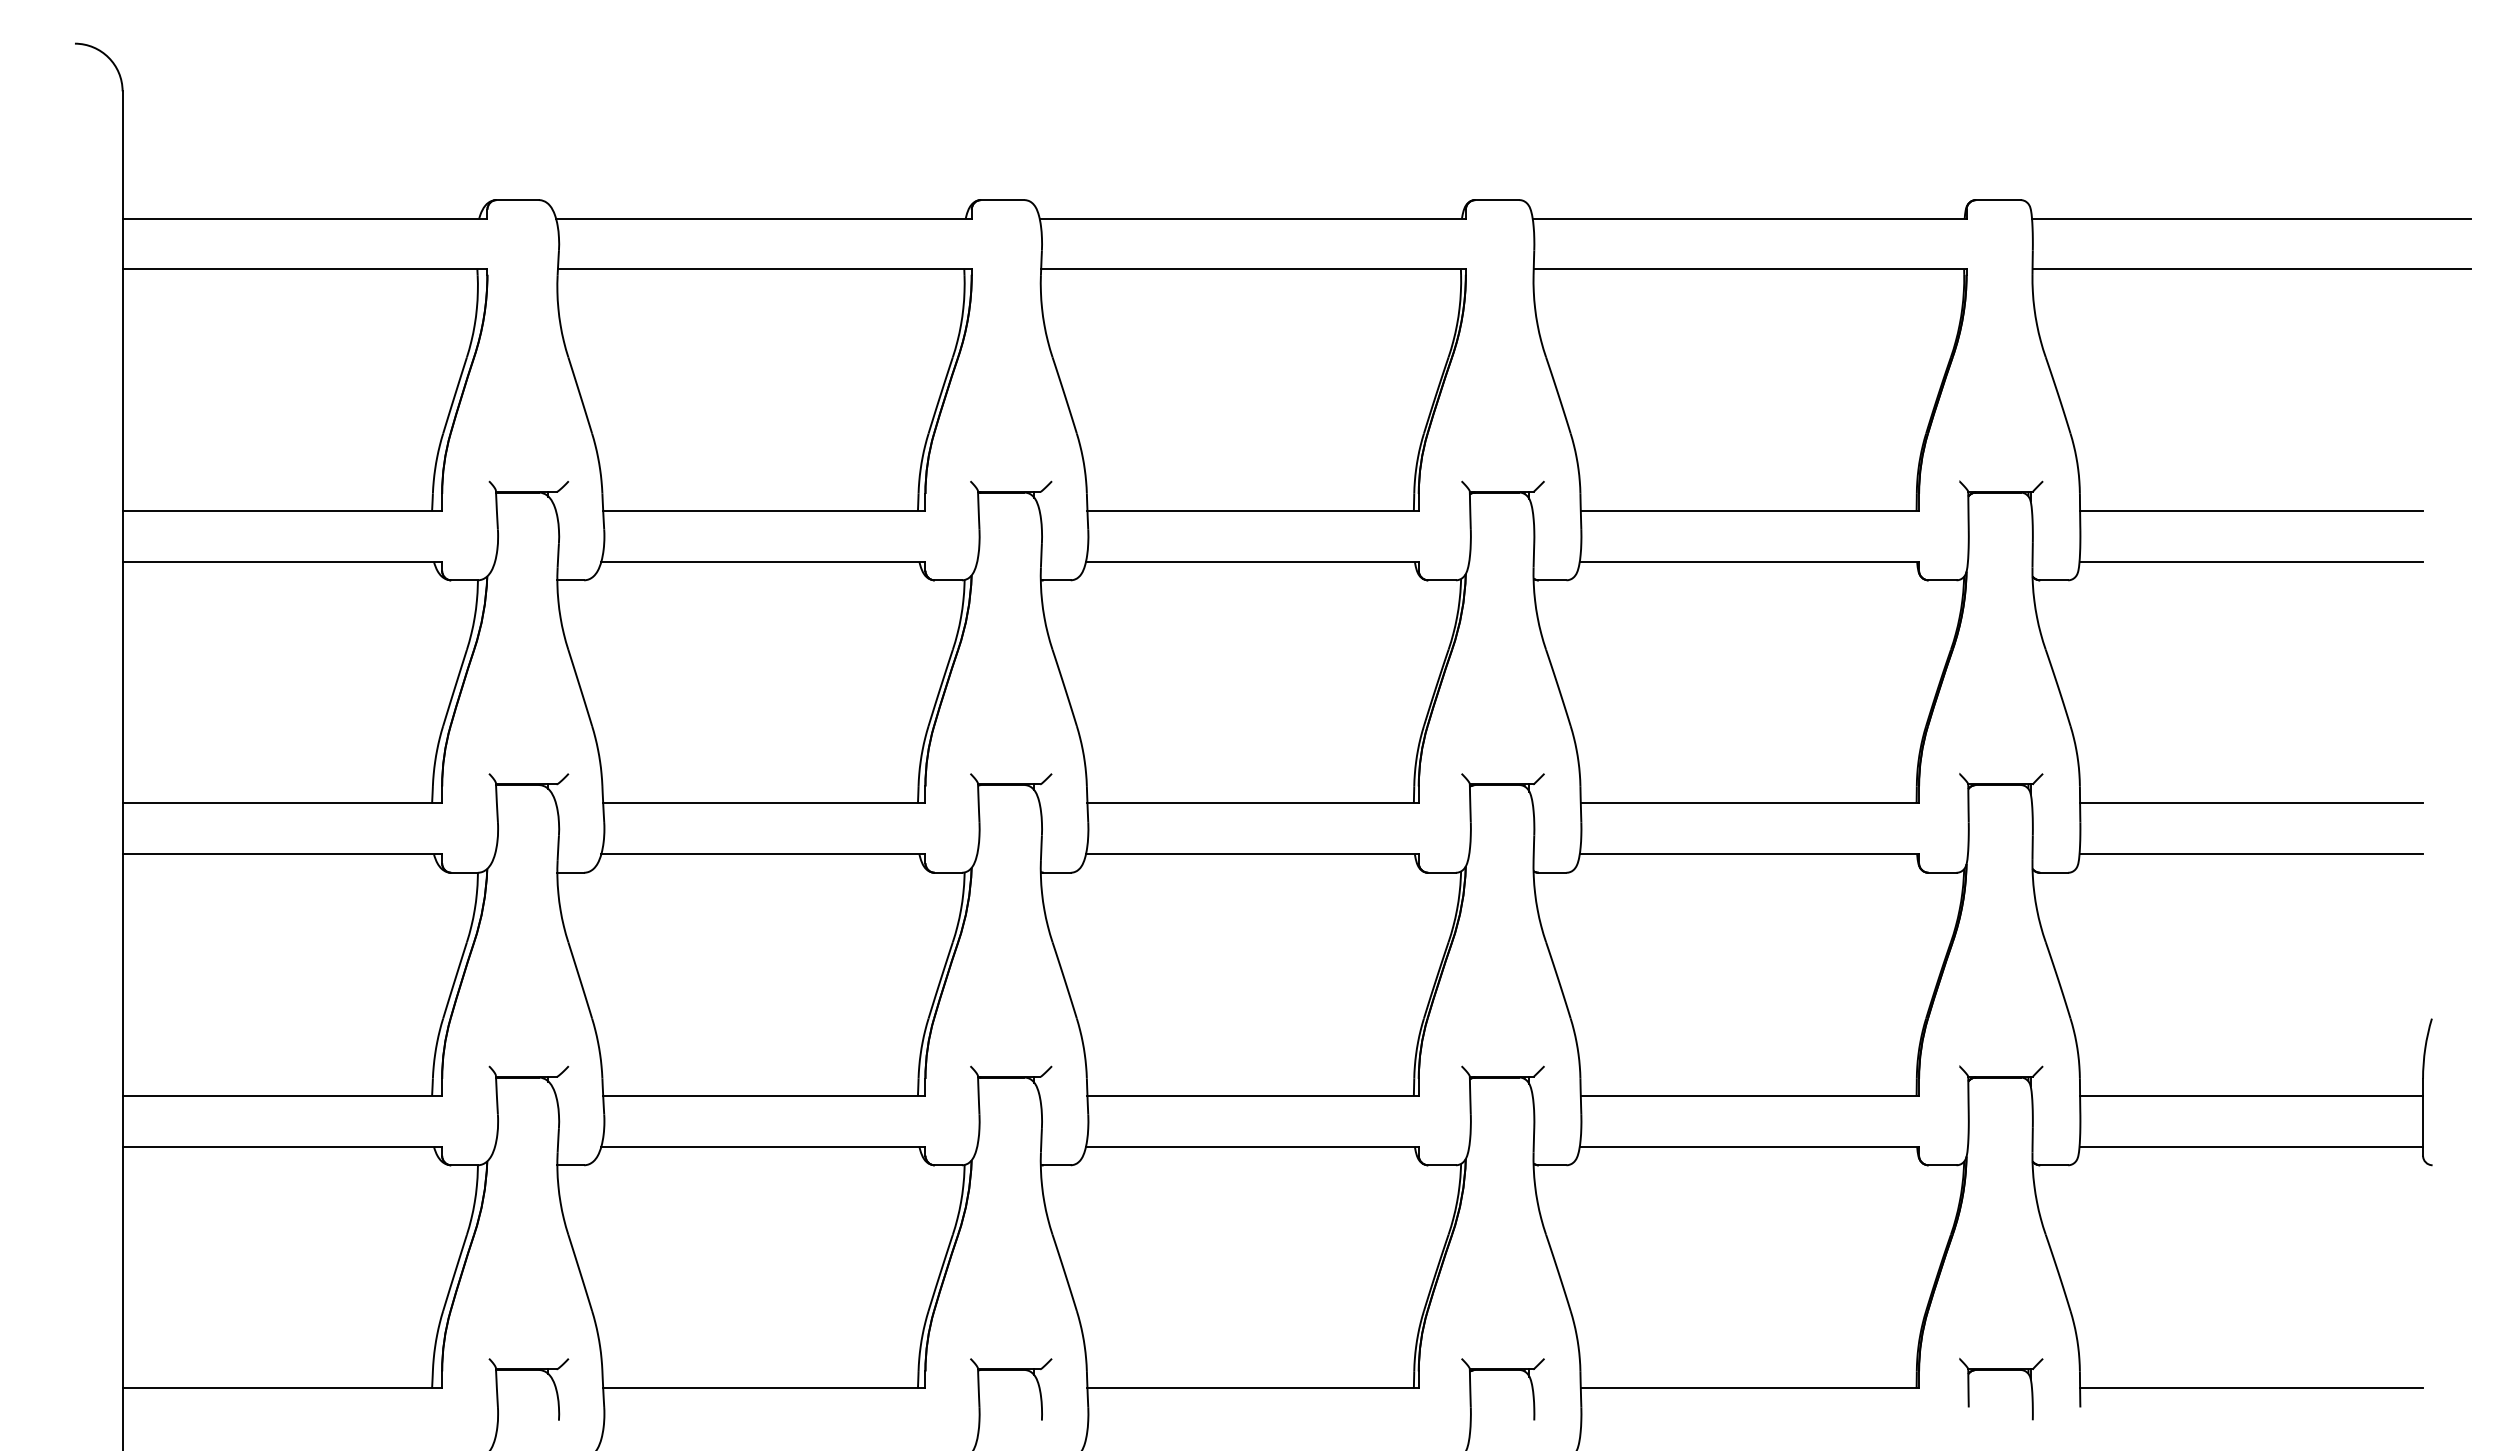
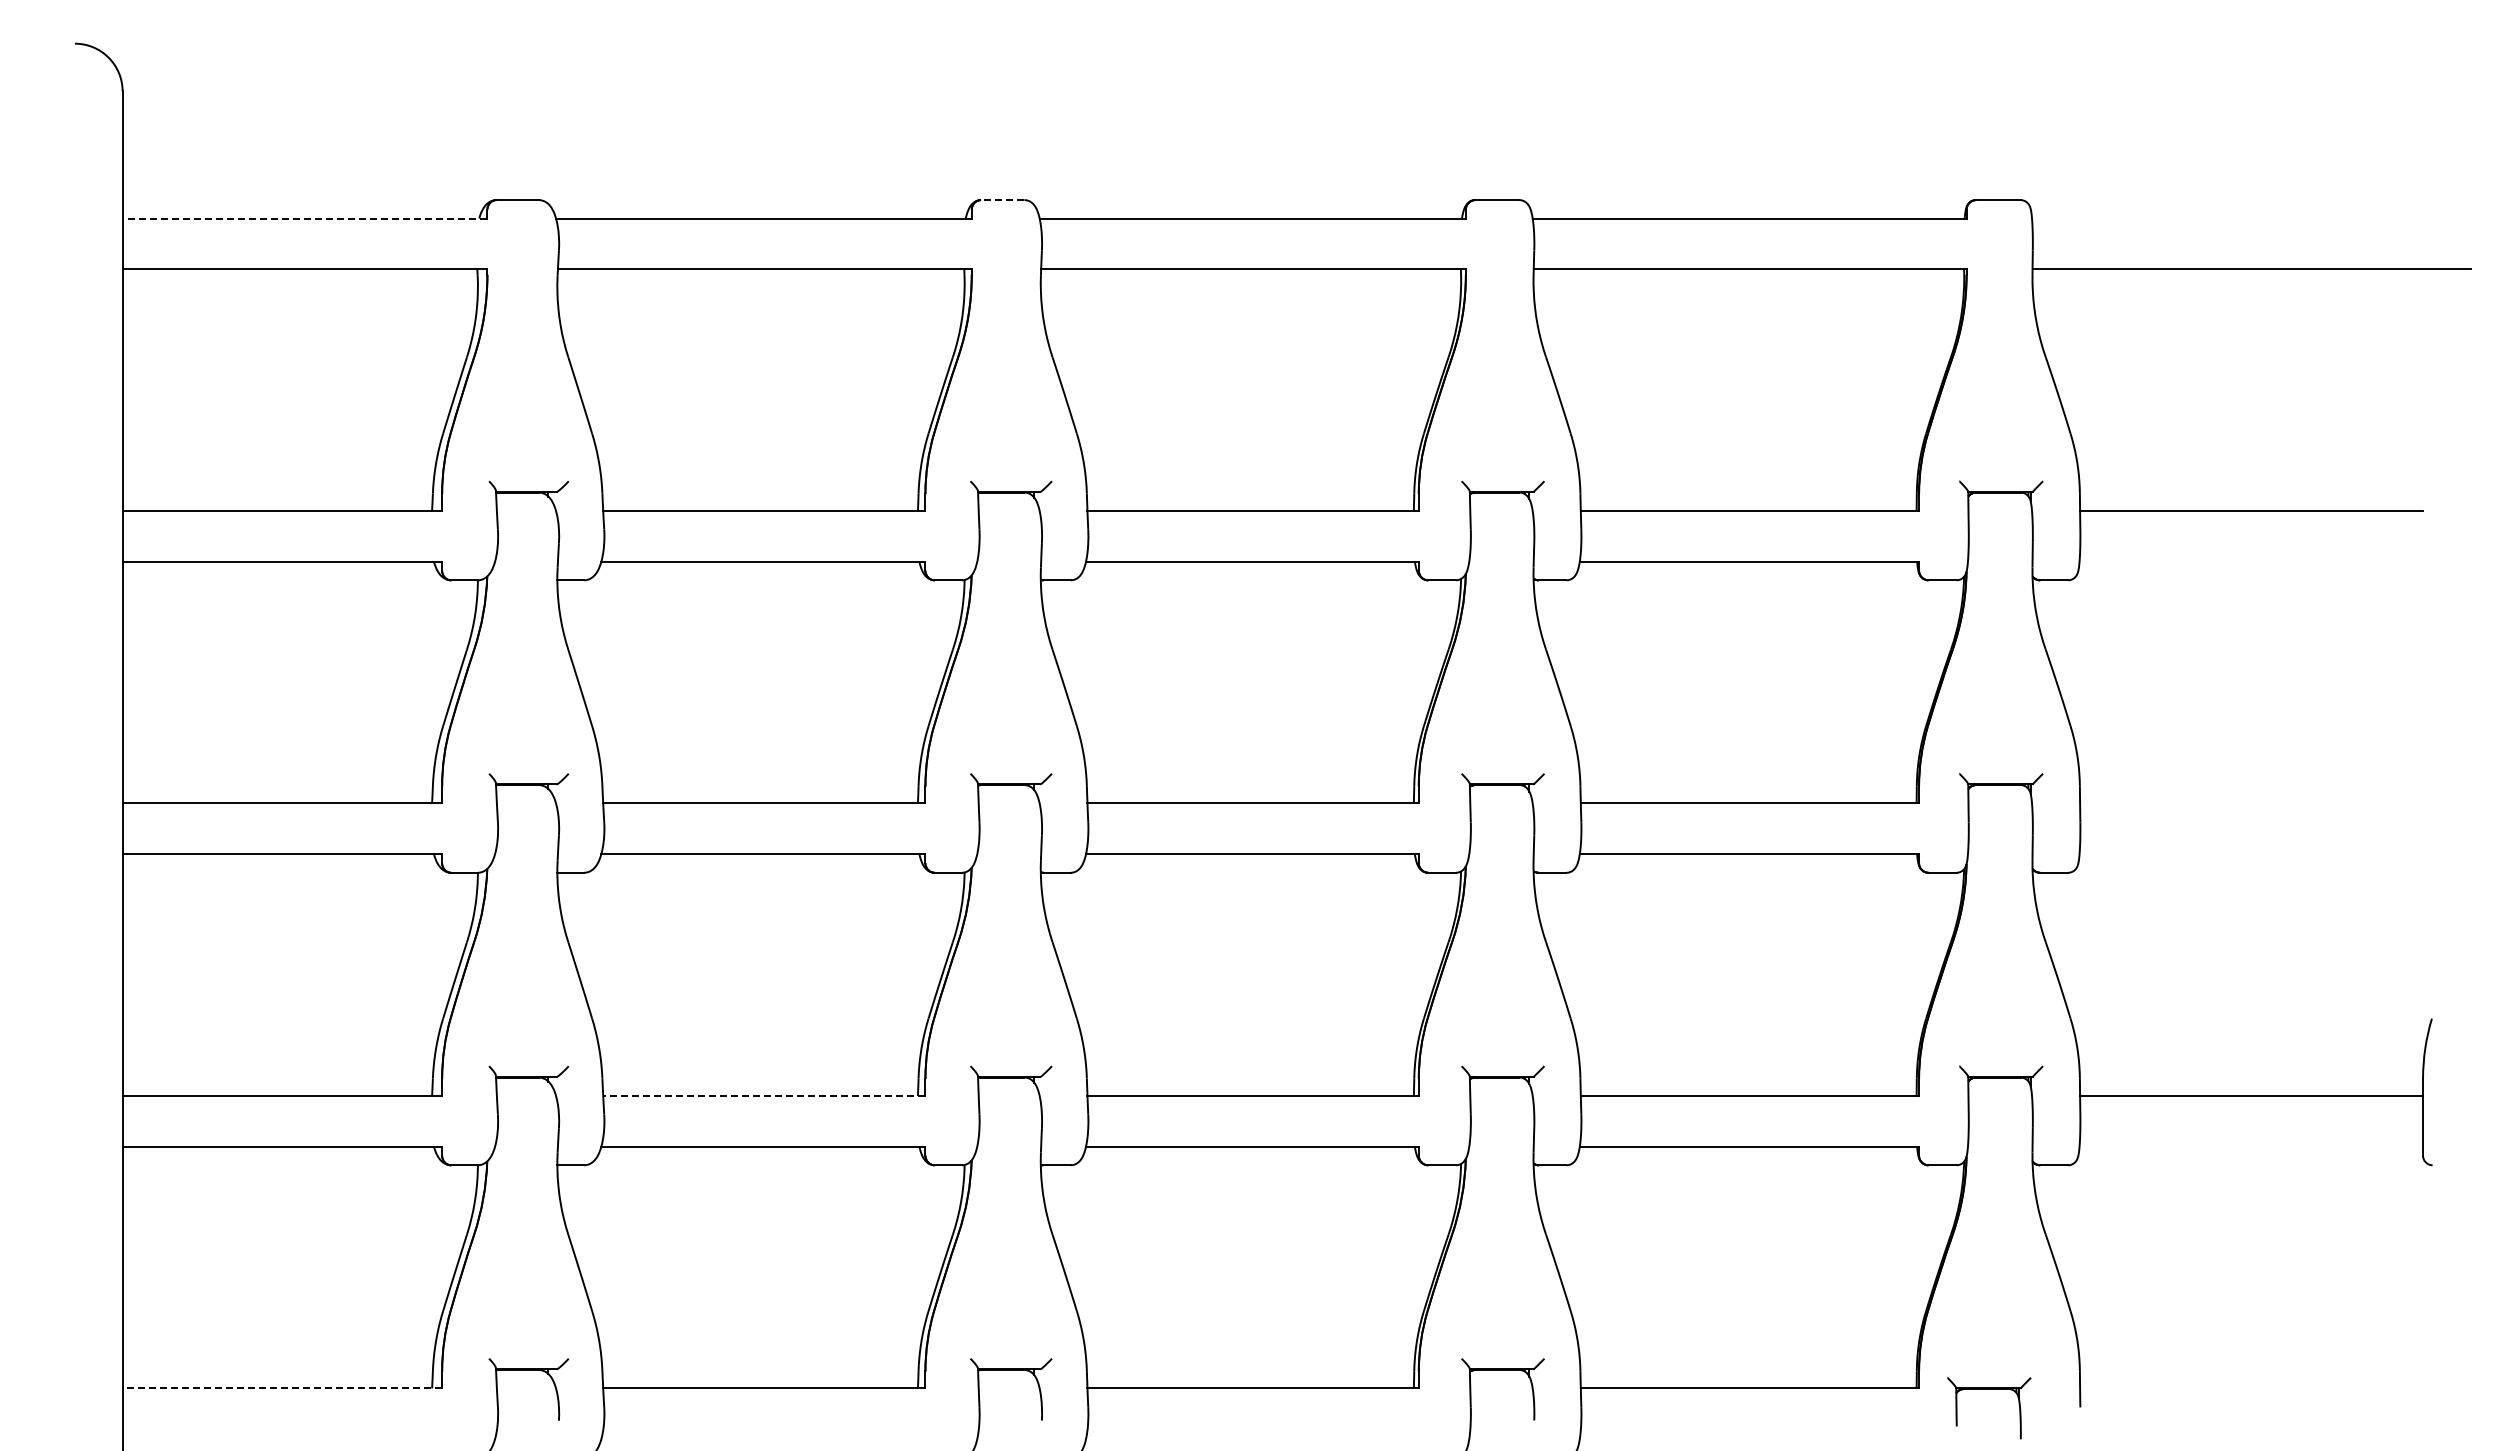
line at (1002, 200): solid -> dashed
line at (304, 218): solid -> dashed
line at (2251, 218): present -> none
line at (2251, 561): present -> none
line at (2251, 803): present -> none
line at (2251, 854): present -> none
line at (763, 1095): solid -> dashed
line at (2251, 1146): present -> none
part at (2001, 1370) position: (2001, 1370) -> (1989, 1389)
line at (282, 1388): solid -> dashed
line at (2251, 1388): present -> none
